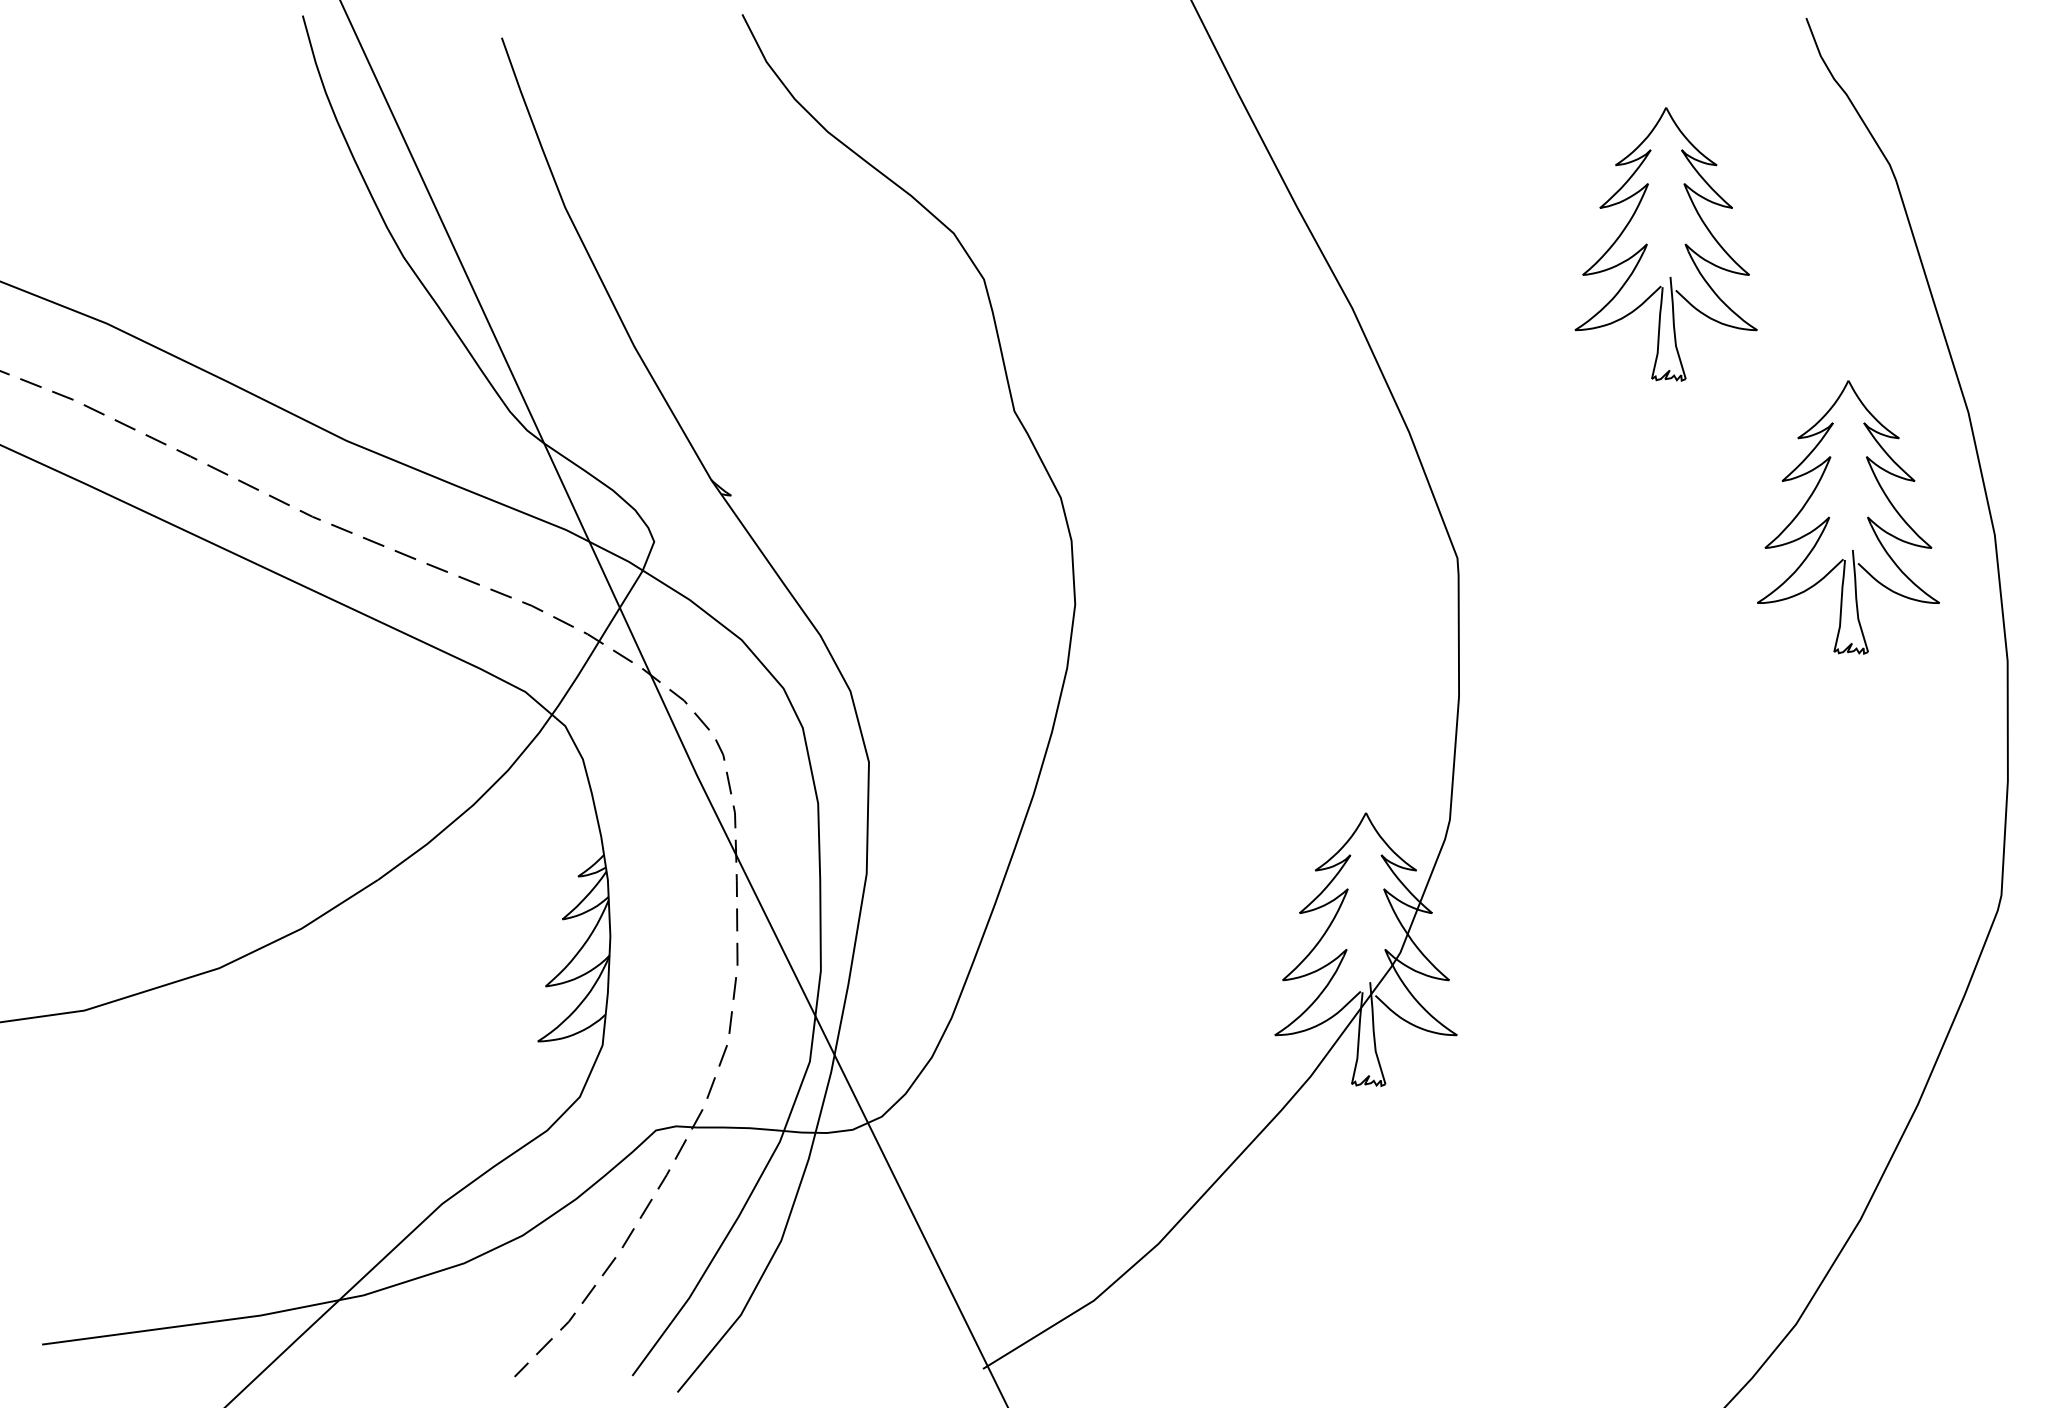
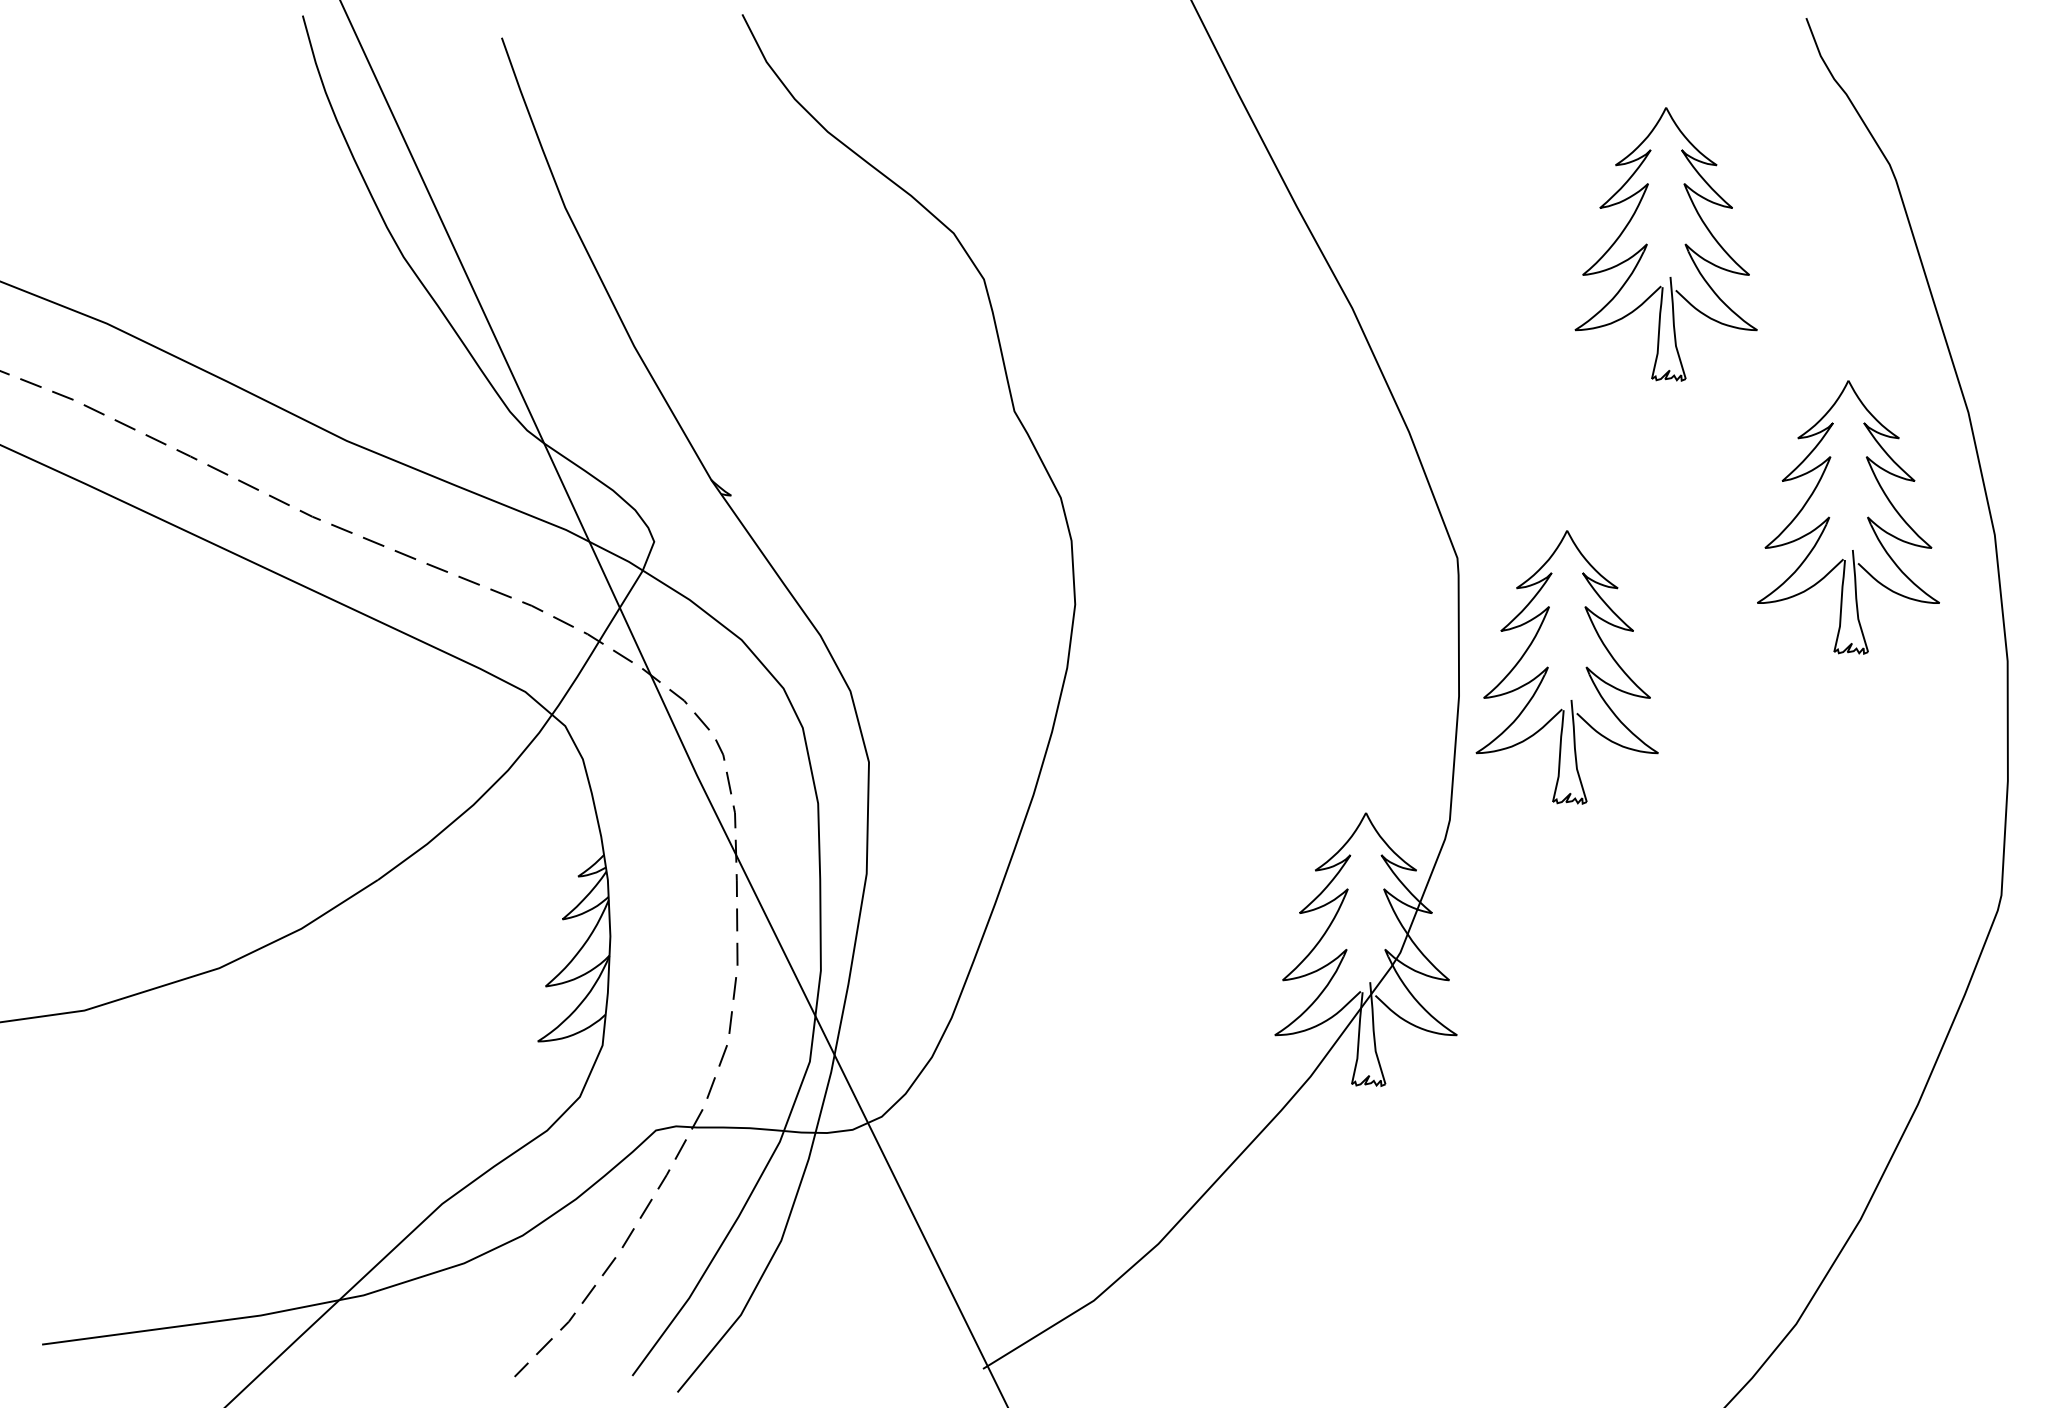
part at (1548, 667): none -> present
